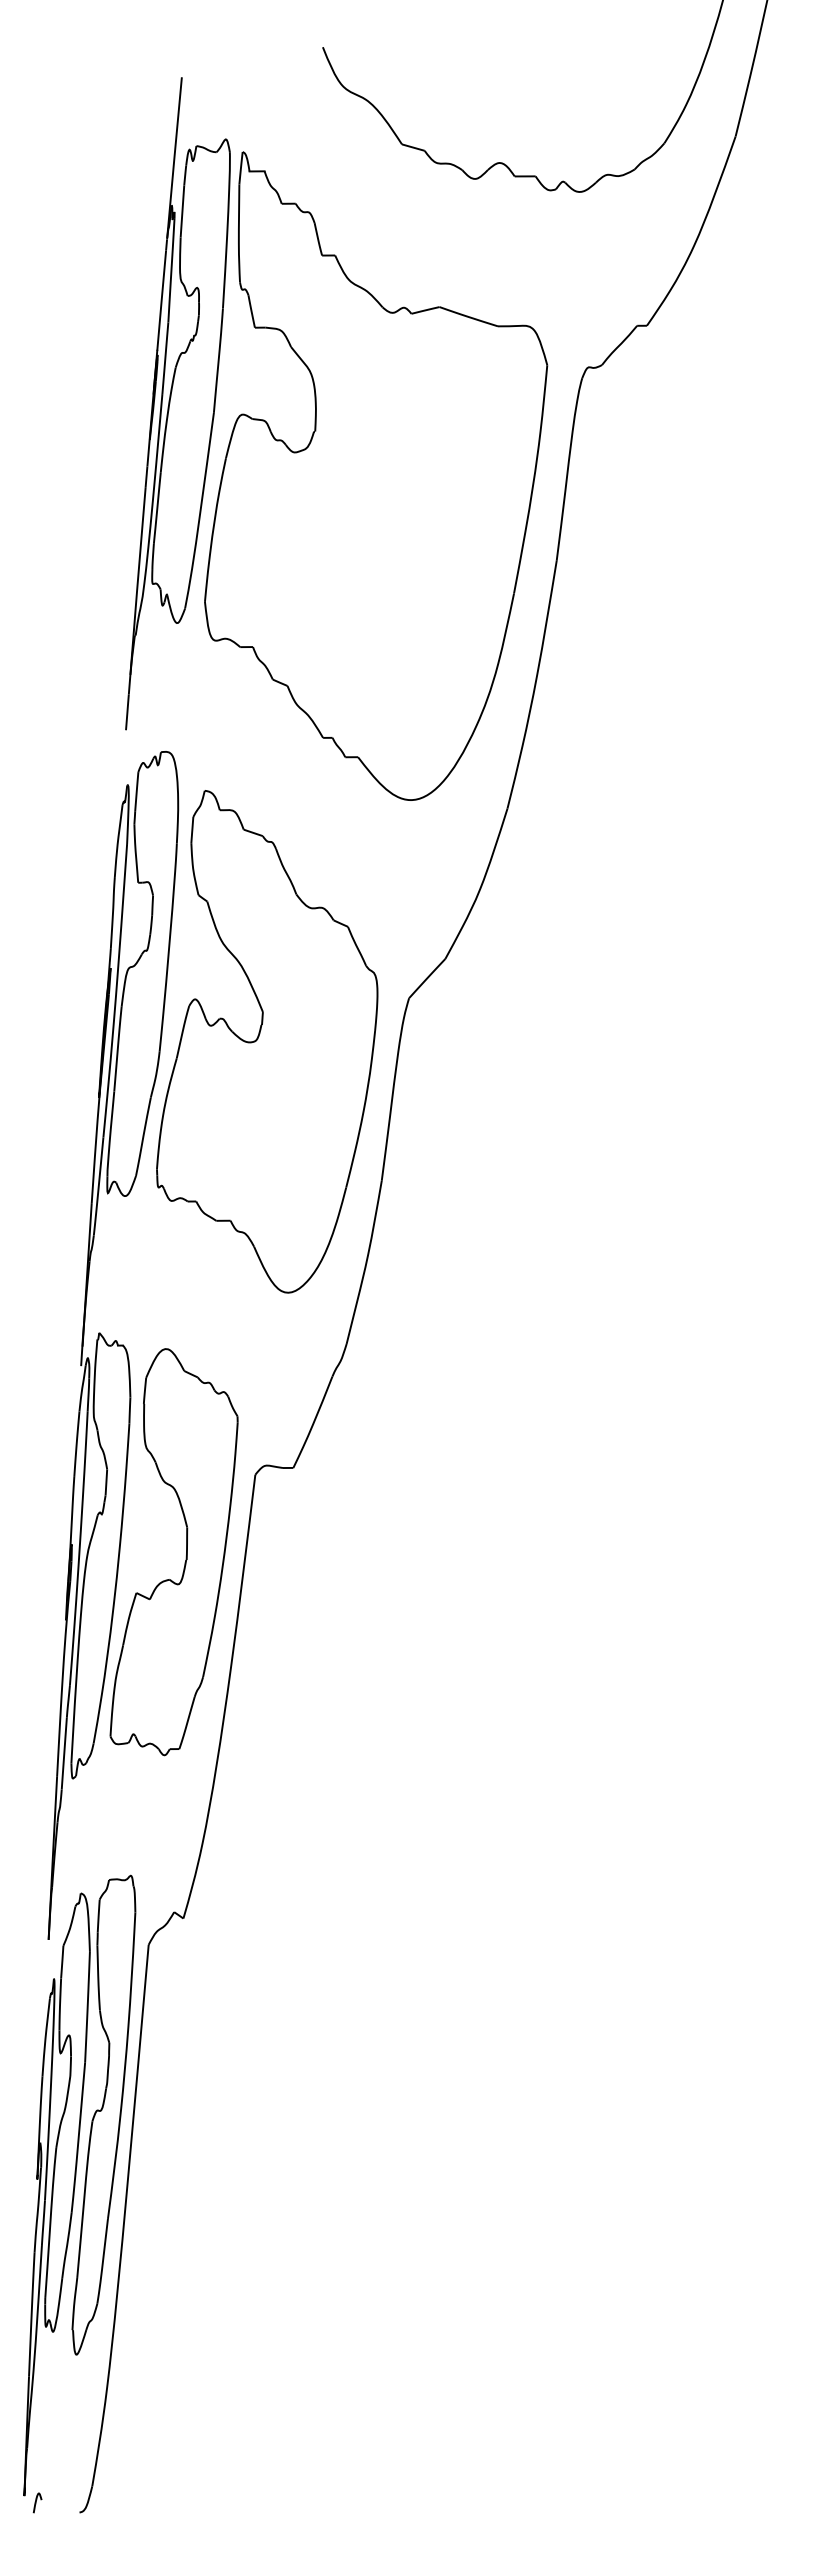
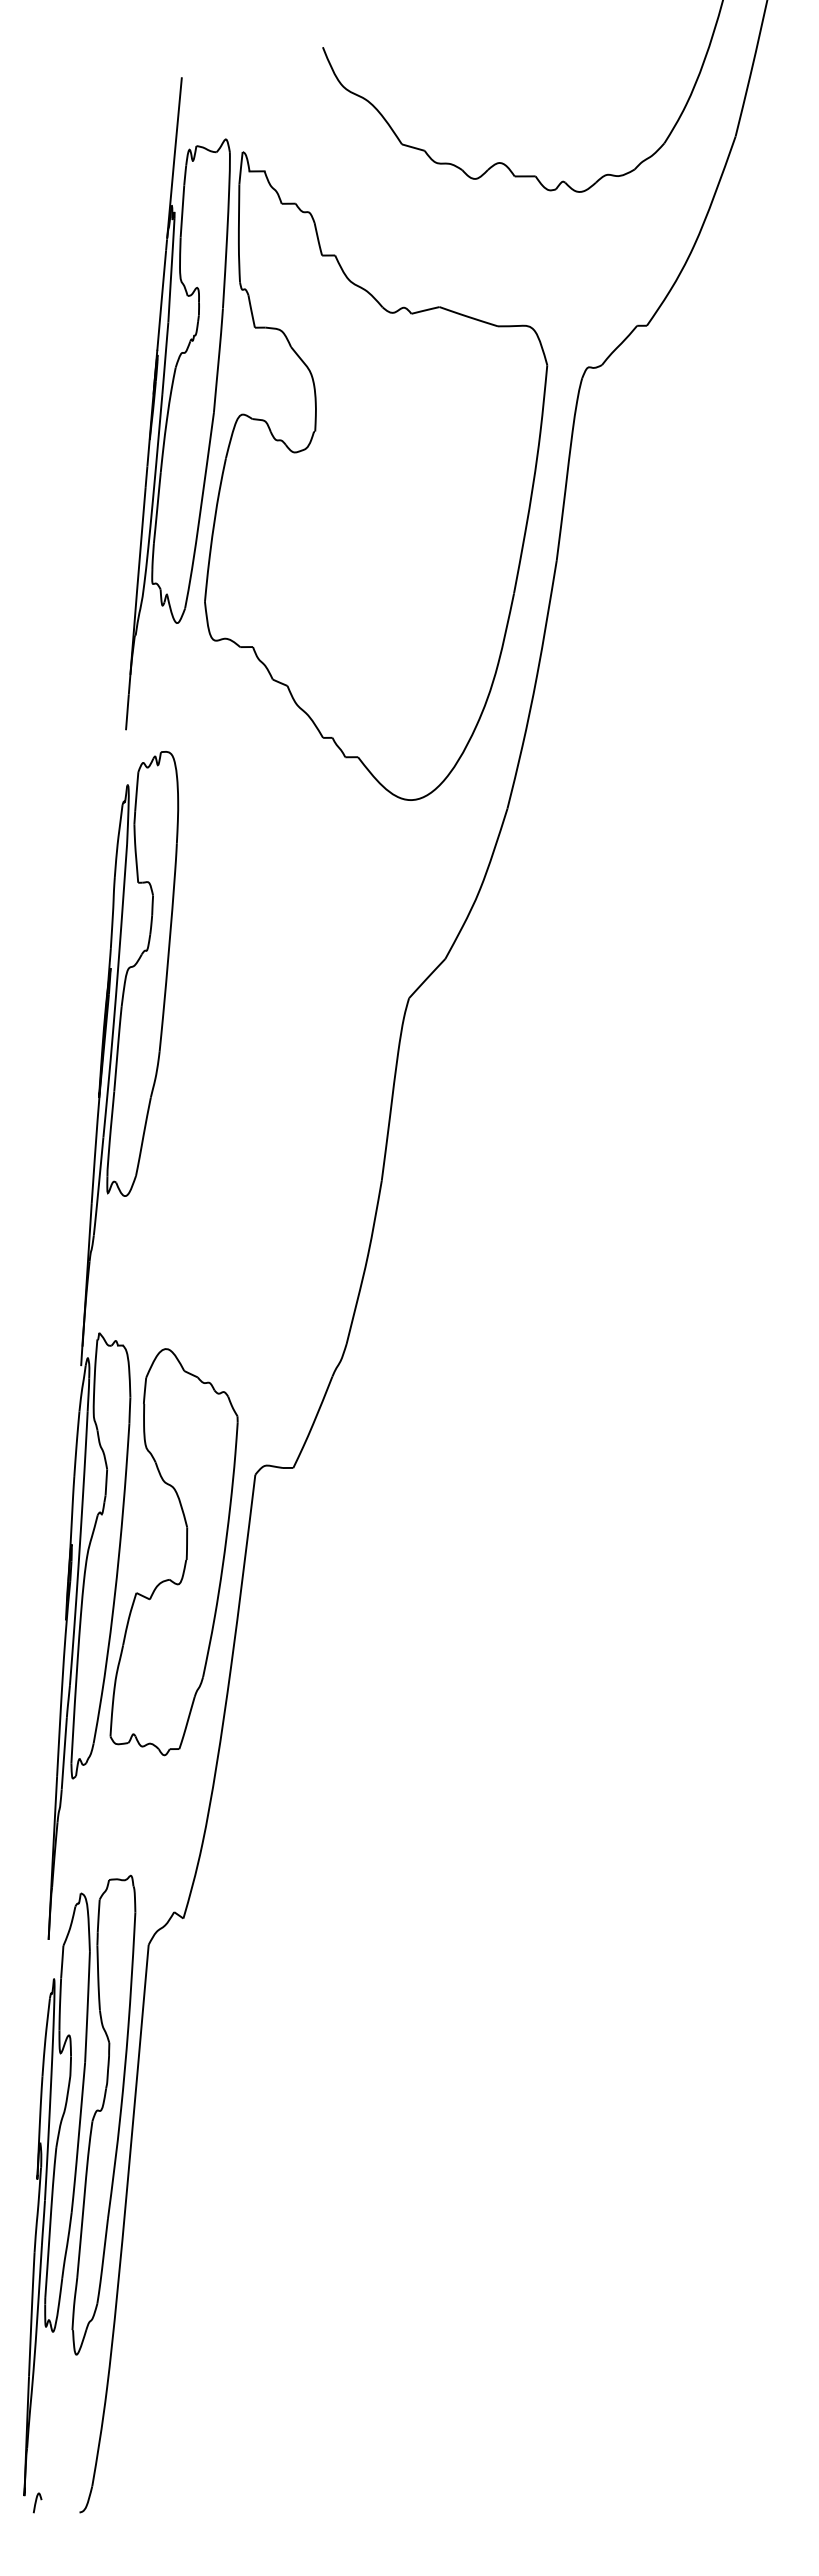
part at (267, 1041): present -> none
